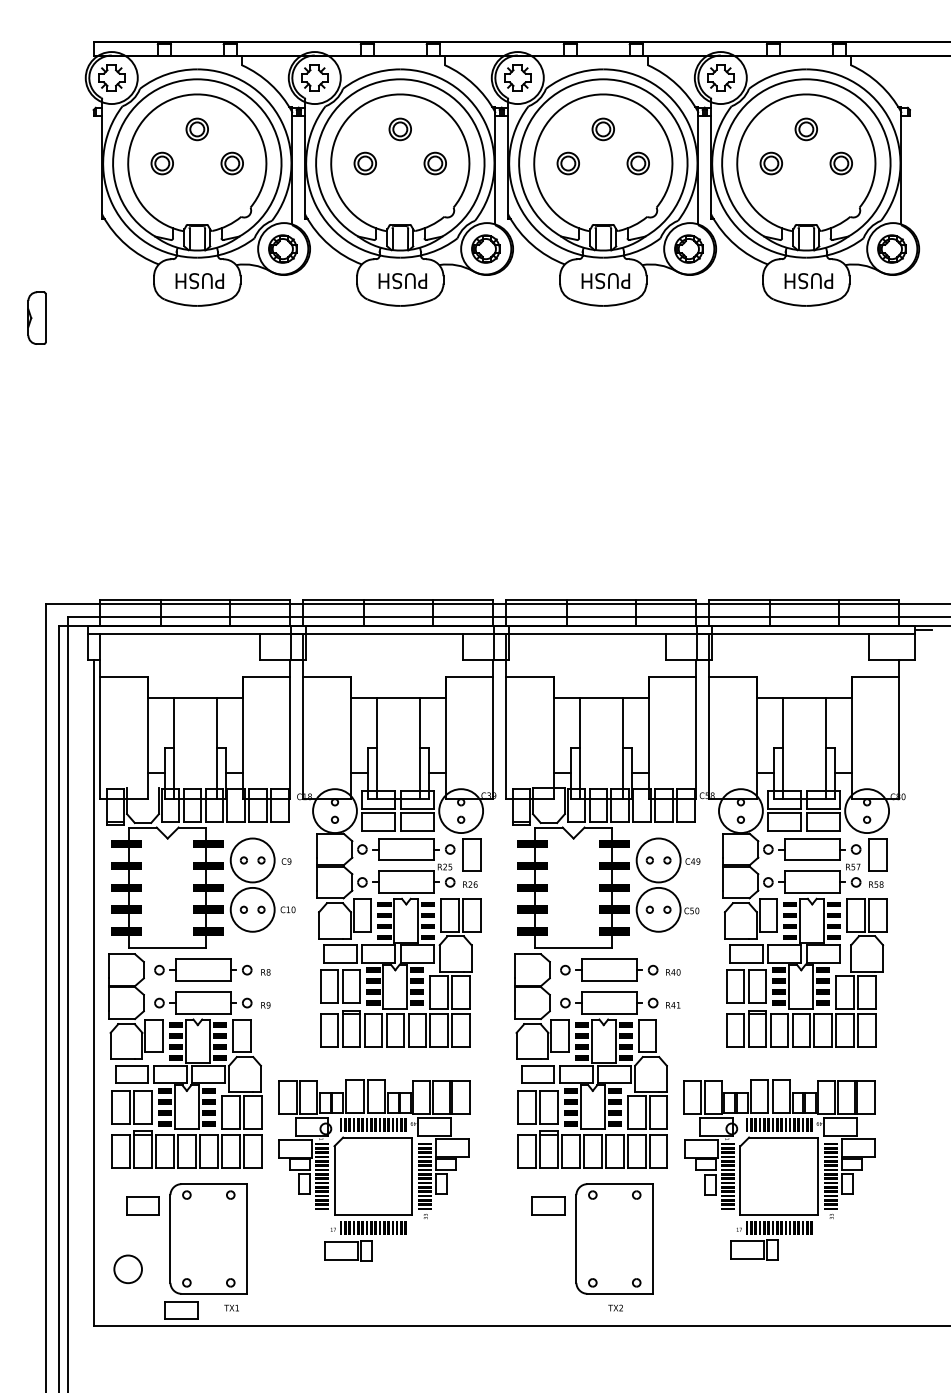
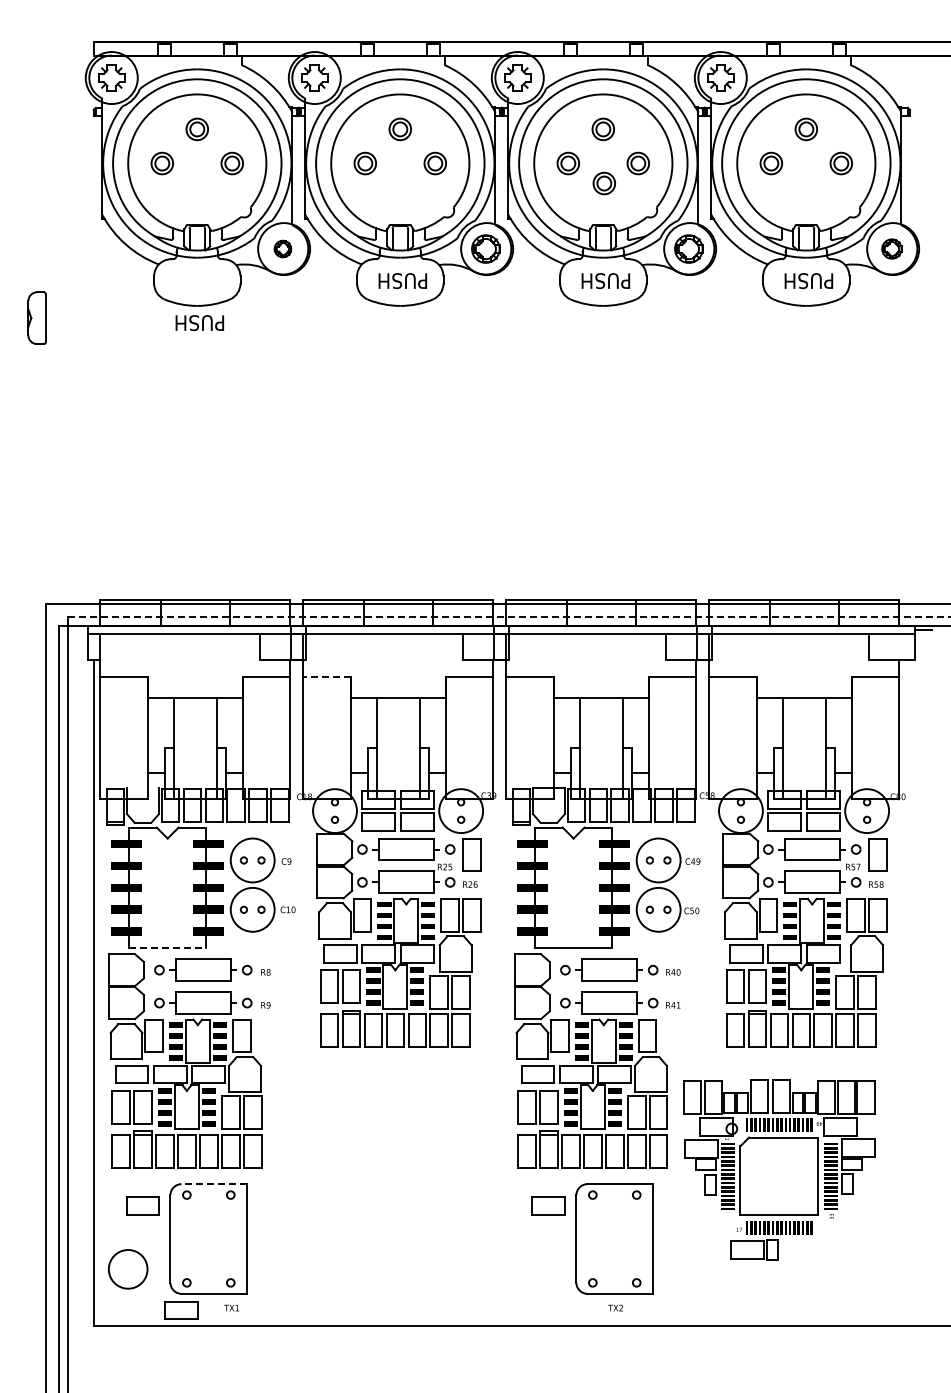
part at (603, 183): none -> present
part at (282, 248) size: 30x30 px -> 19x20 px
part at (891, 248) size: 30x30 px -> 22x22 px
text at (199, 281) position: (199, 281) -> (199, 323)
line at (509, 617): solid -> dashed
line at (327, 676): solid -> dashed
line at (168, 948): solid -> dashed
part at (374, 1170): present -> none
line at (214, 1184): solid -> dashed
circle at (128, 1269) diameter: 28 px -> 39 px
